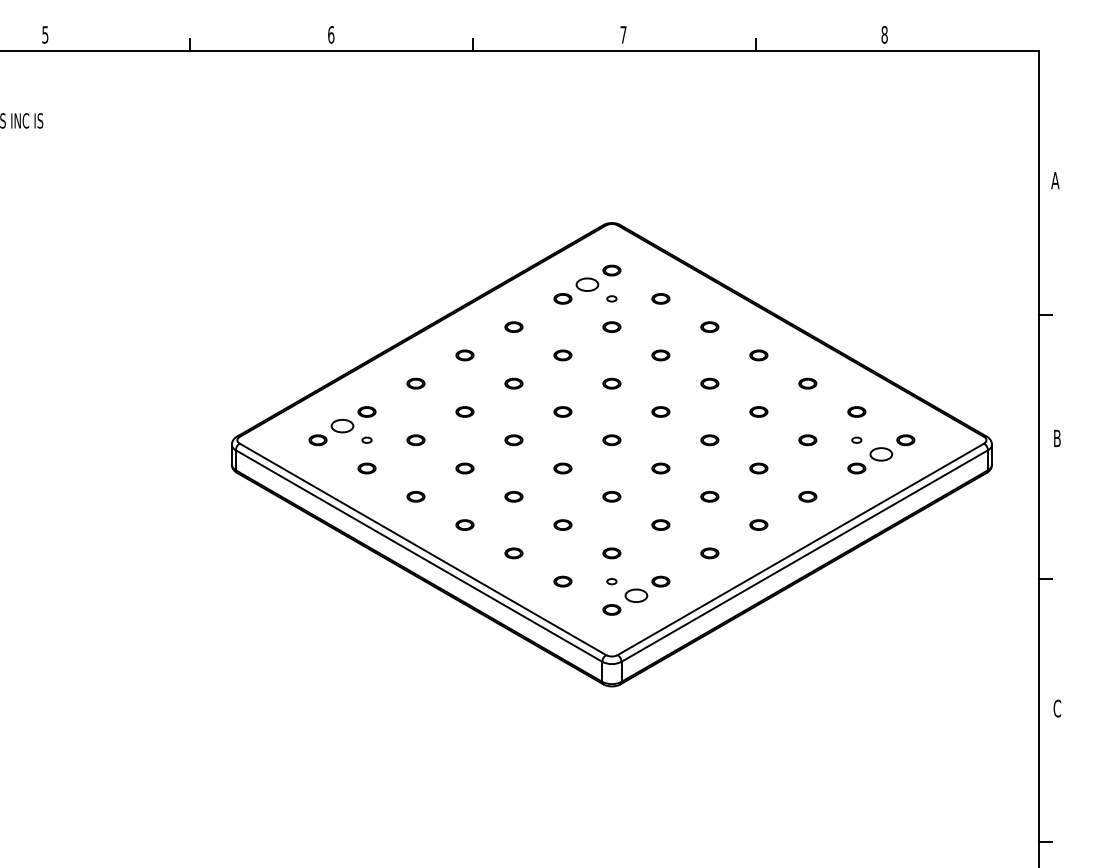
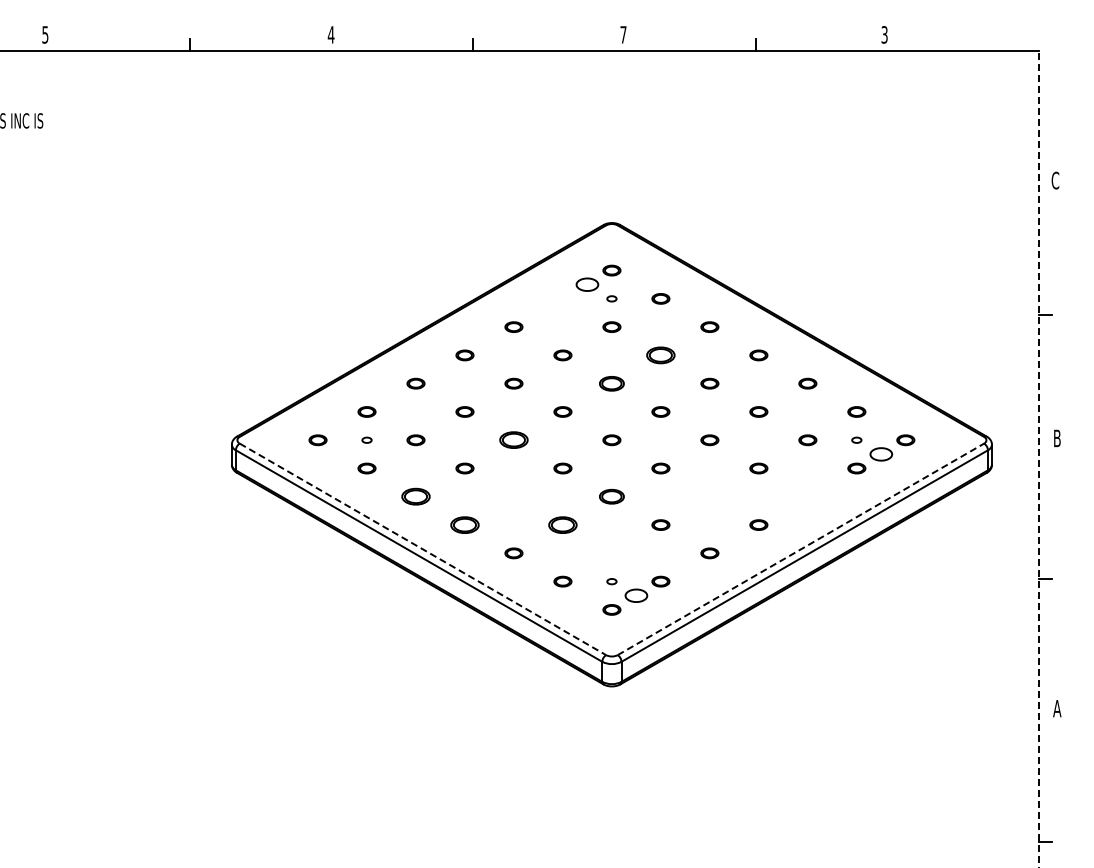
text at (330, 34): 6 -> 4
text at (884, 34): 8 -> 3
text at (1055, 180): A -> C
part at (562, 298): present -> none
part at (660, 355) size: 20x13 px -> 30x19 px
part at (611, 383) size: 20x13 px -> 26x16 px
part at (342, 426): present -> none
part at (513, 440) size: 20x13 px -> 30x18 px
line at (1039, 459): solid -> dashed
part at (415, 496) size: 20x12 px -> 30x19 px
part at (513, 496): present -> none
part at (611, 496) size: 20x12 px -> 26x16 px
part at (709, 496): present -> none
part at (807, 496): present -> none
part at (464, 524) size: 20x12 px -> 30x18 px
part at (562, 524) size: 20x12 px -> 30x18 px
line at (422, 549): solid -> dashed
line at (800, 549): solid -> dashed
part at (611, 553): present -> none
text at (1057, 708): C -> A
